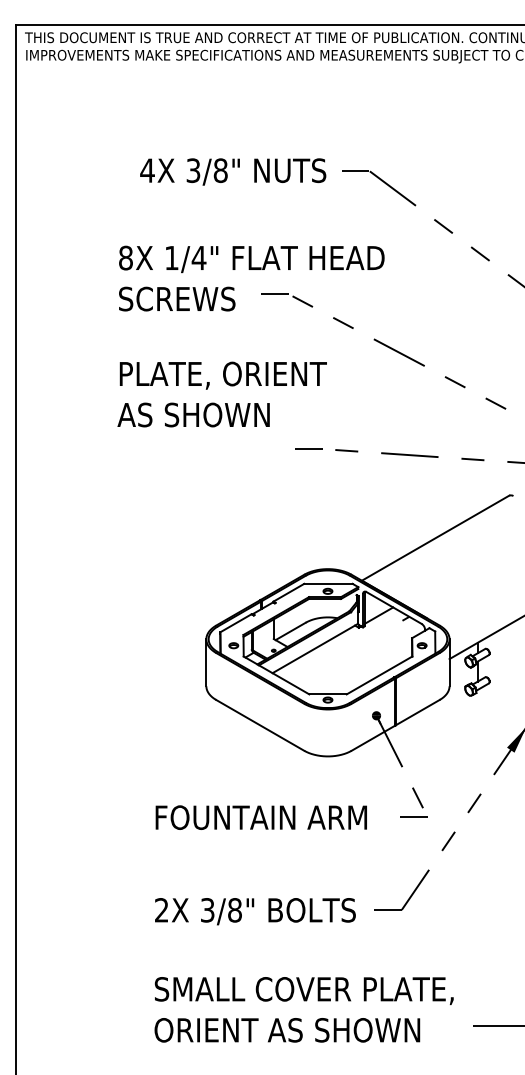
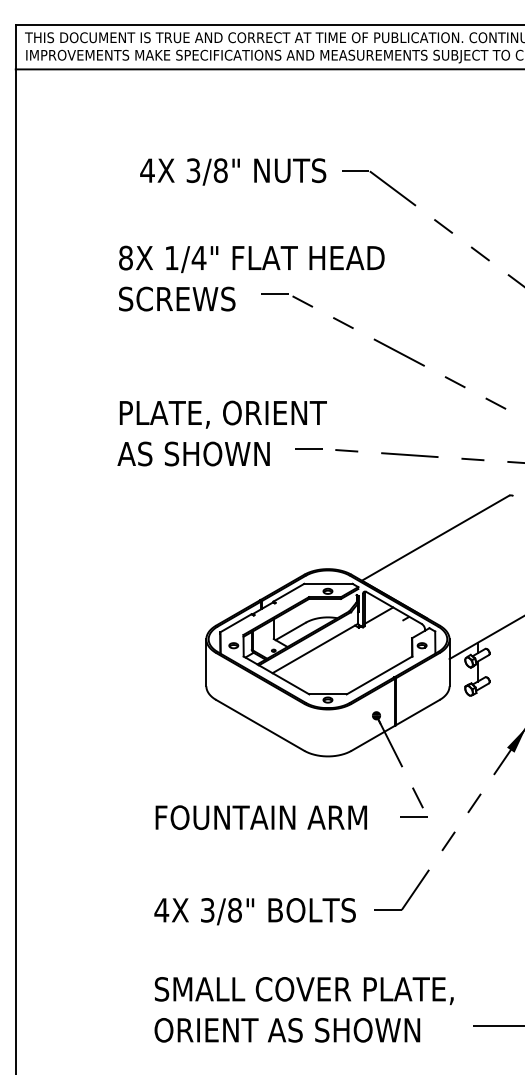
line at (268, 69): none -> present
text at (221, 394) position: (221, 394) -> (221, 433)
text at (161, 910): 2X -> 4X
